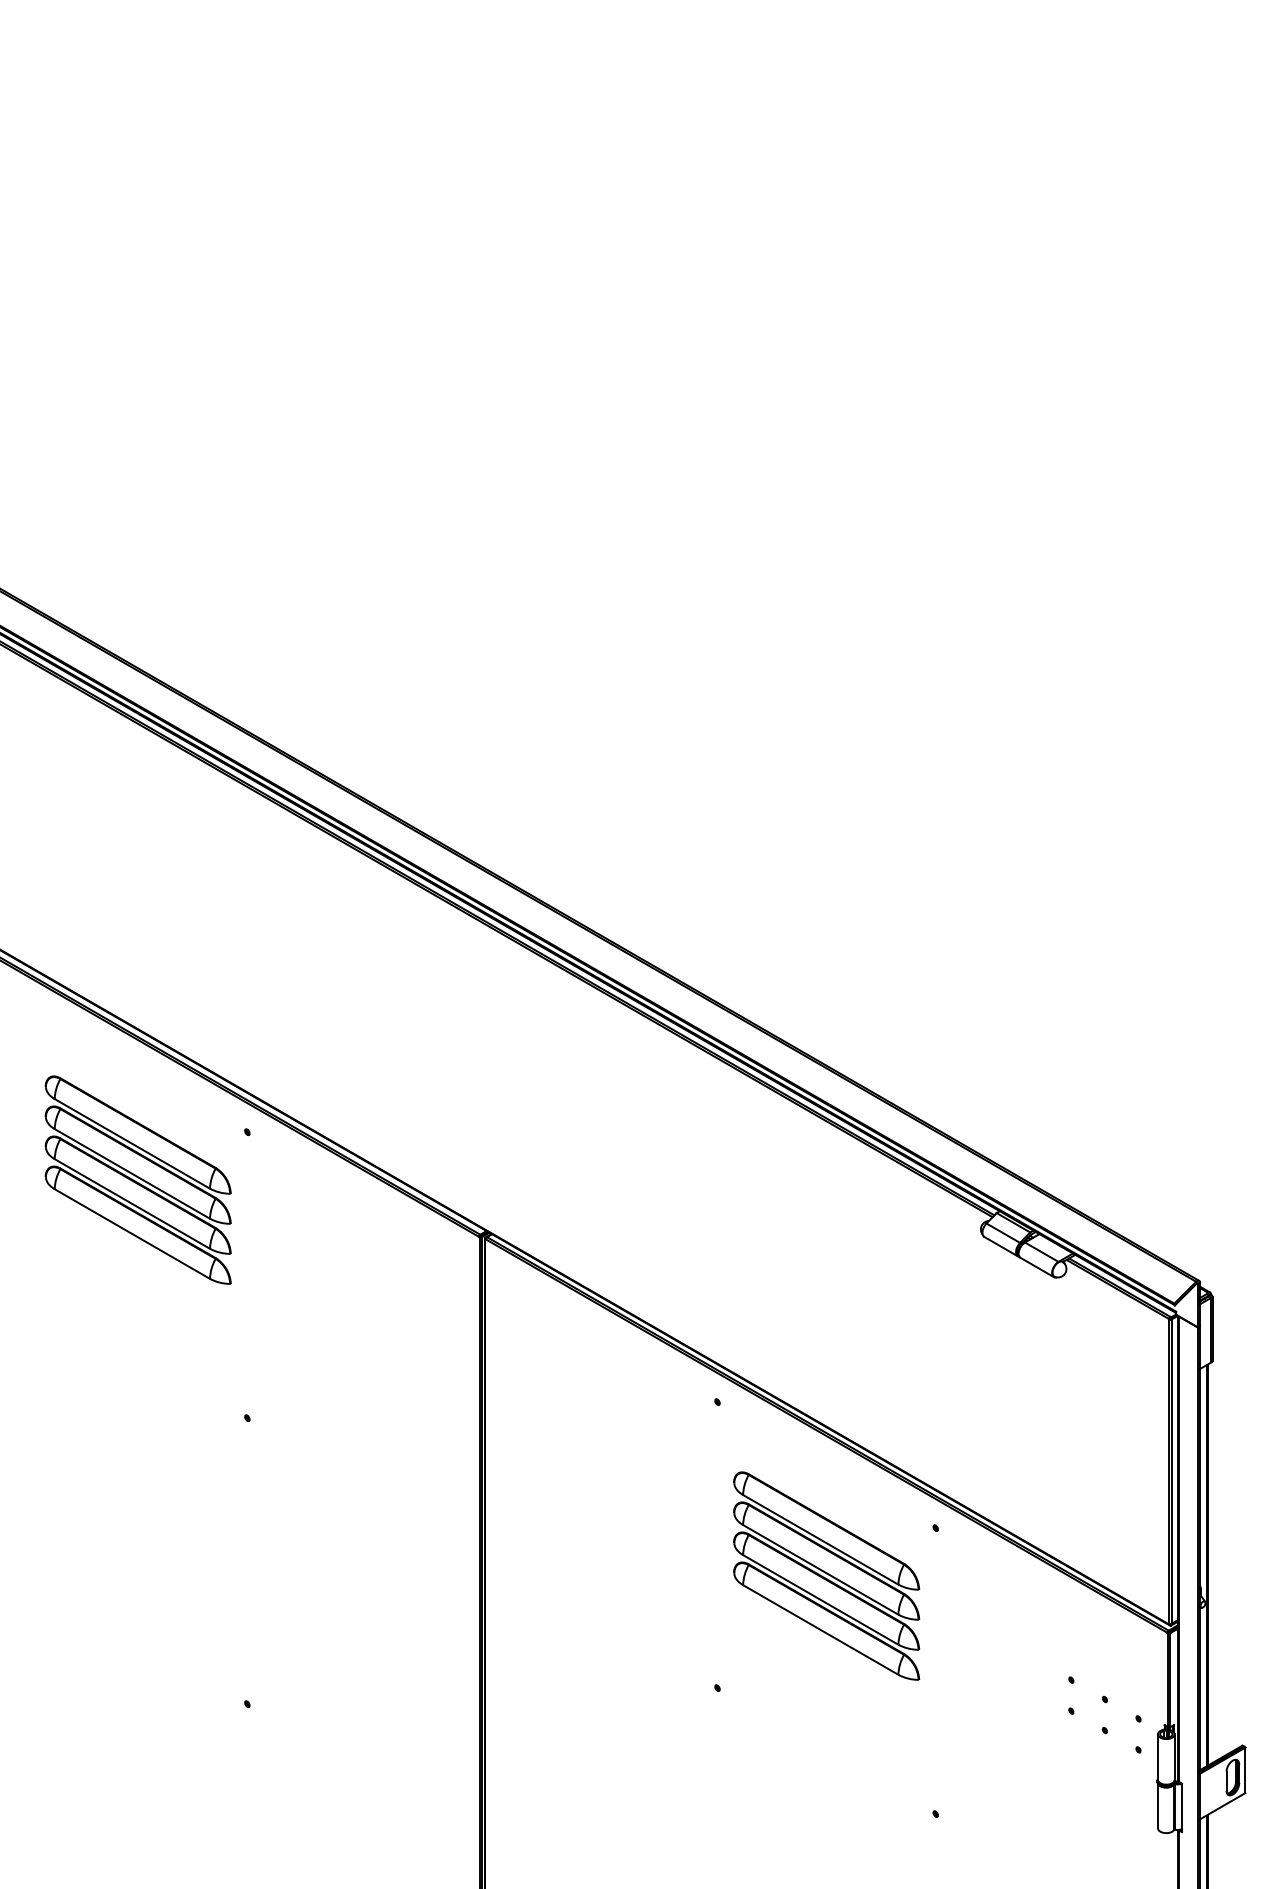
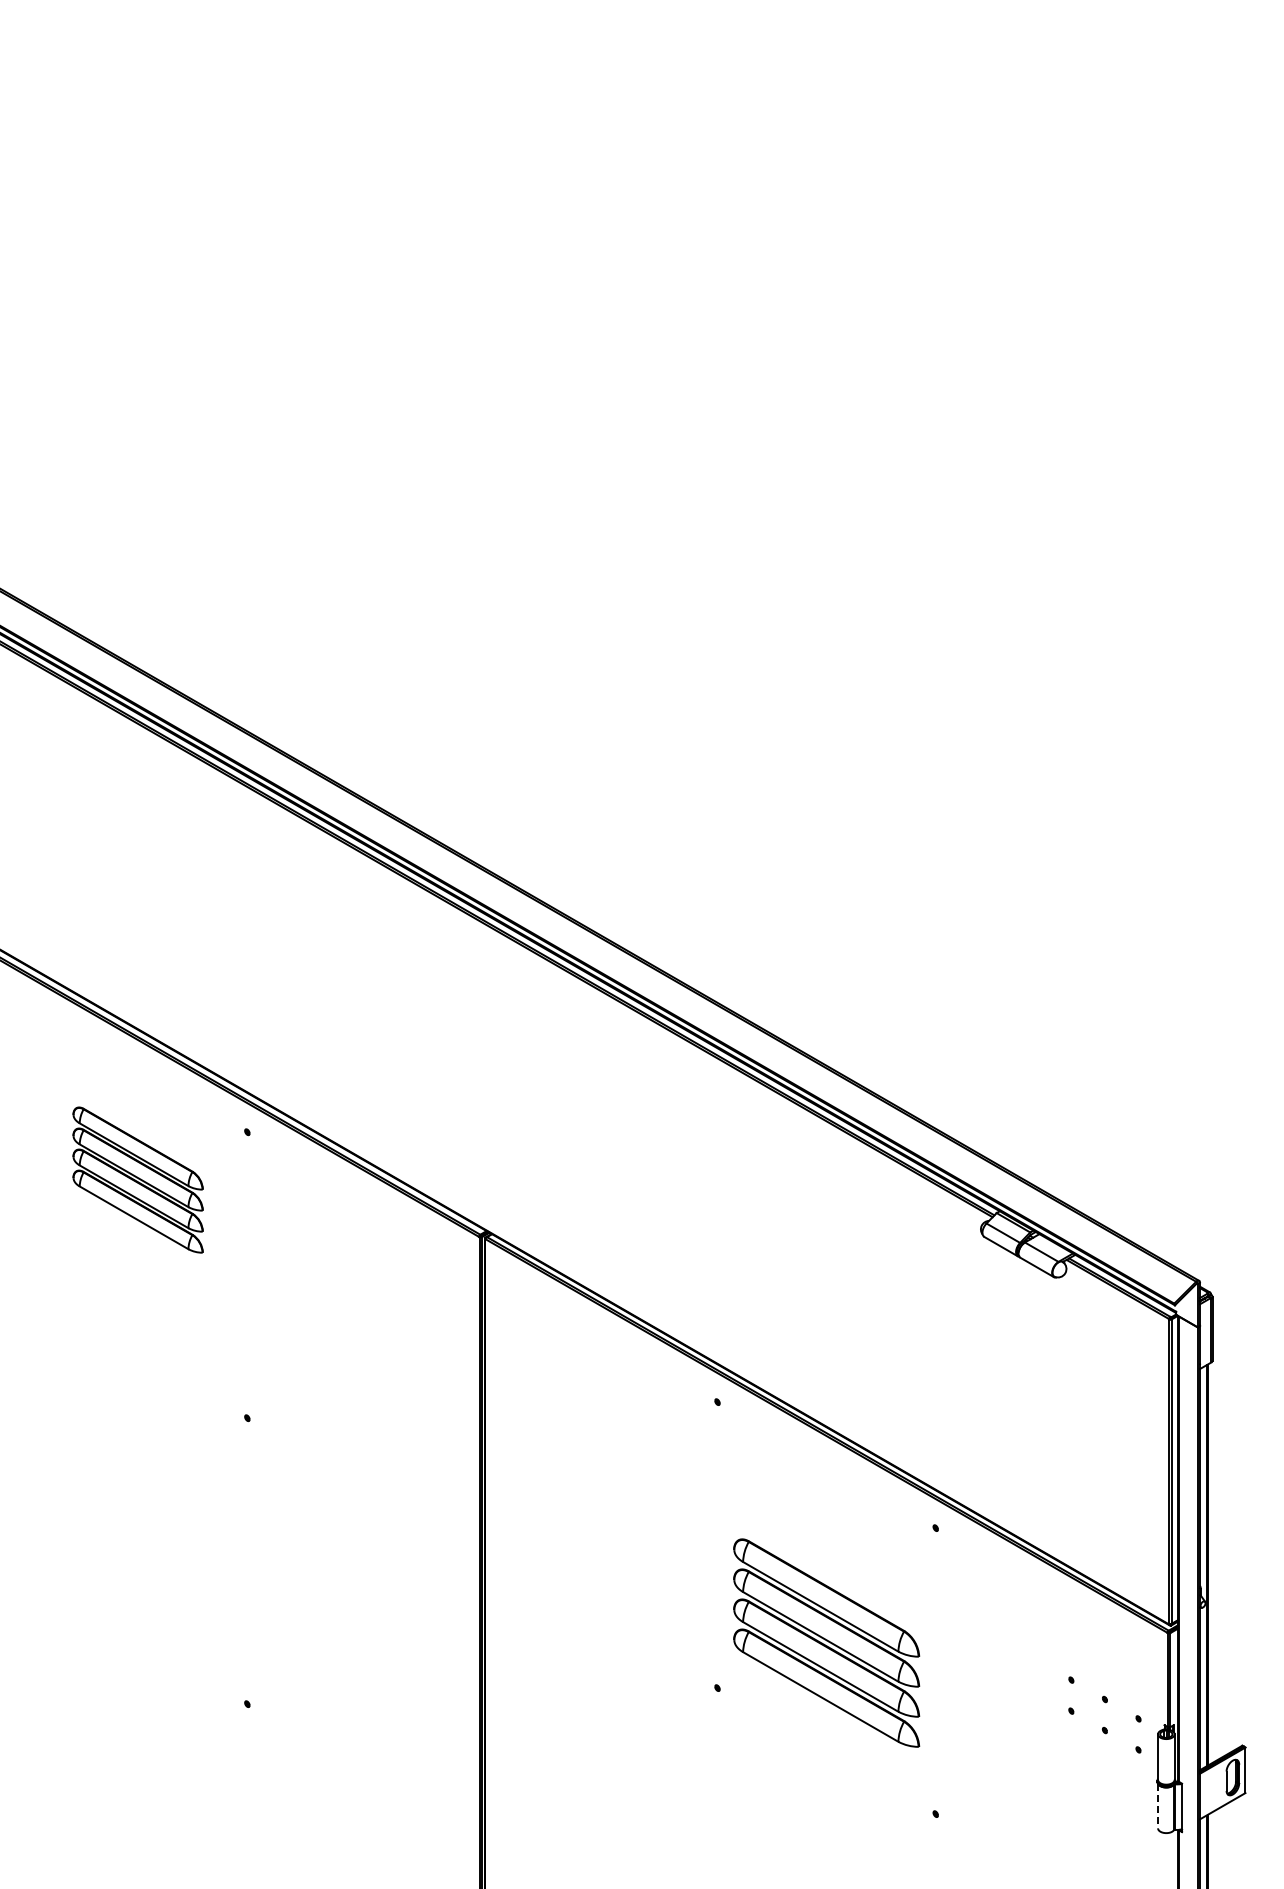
part at (137, 1179) size: 188x210 px -> 132x148 px
part at (826, 1575) position: (826, 1575) -> (826, 1642)
line at (1158, 1806): solid -> dashed
